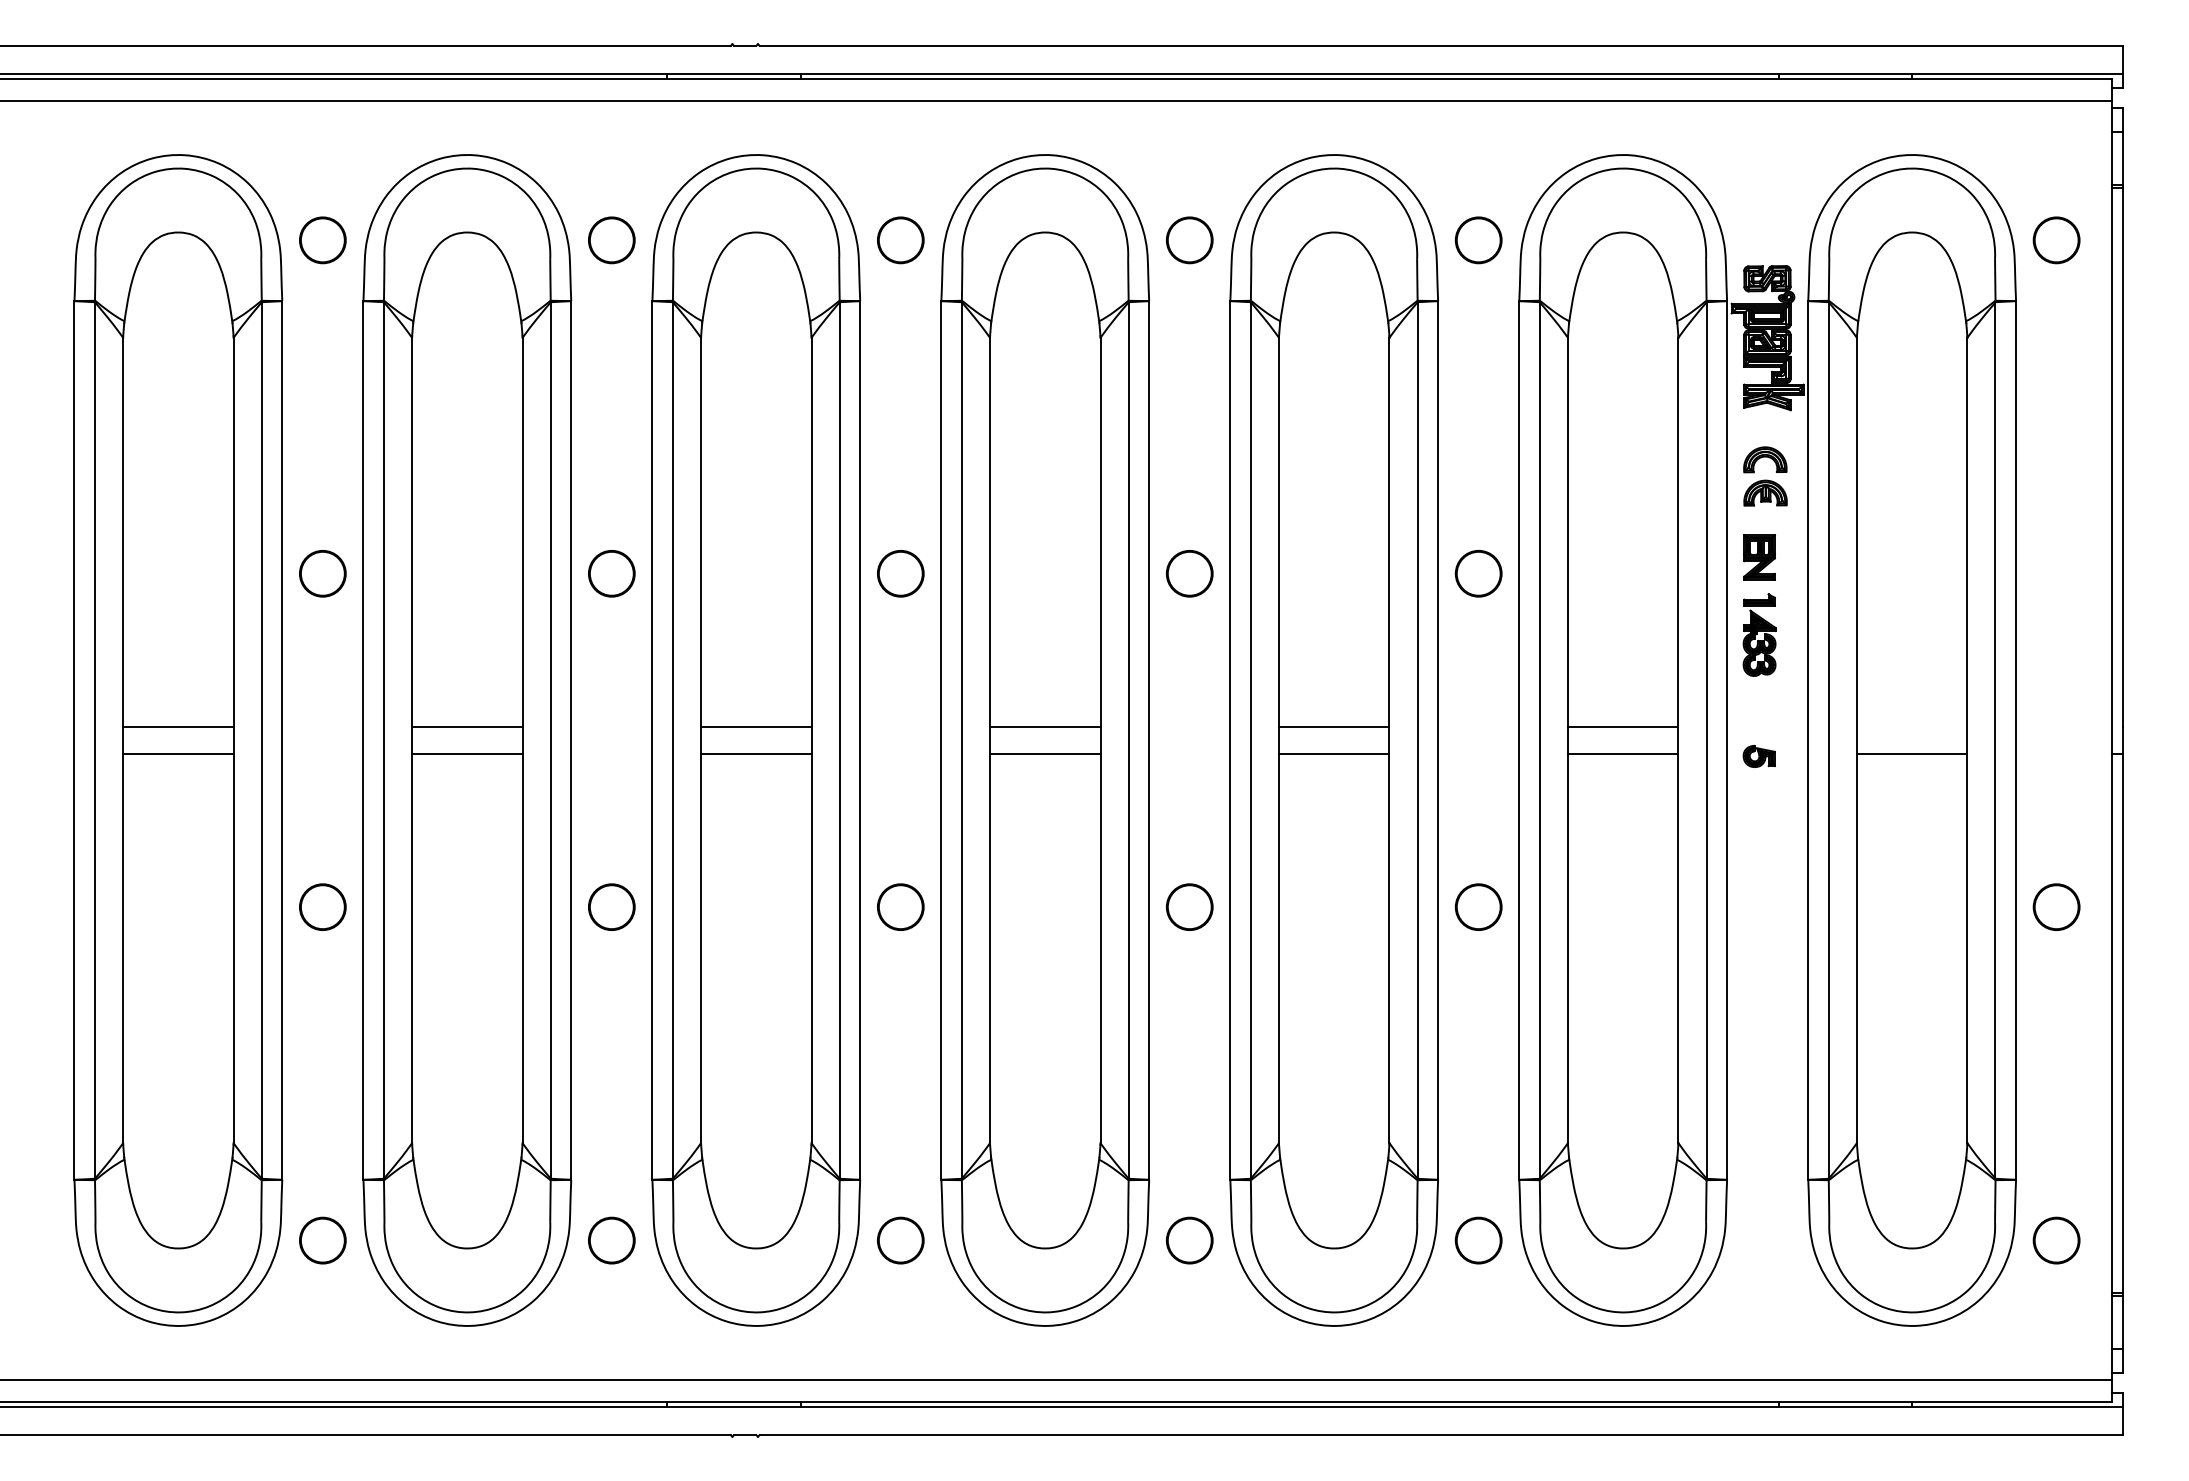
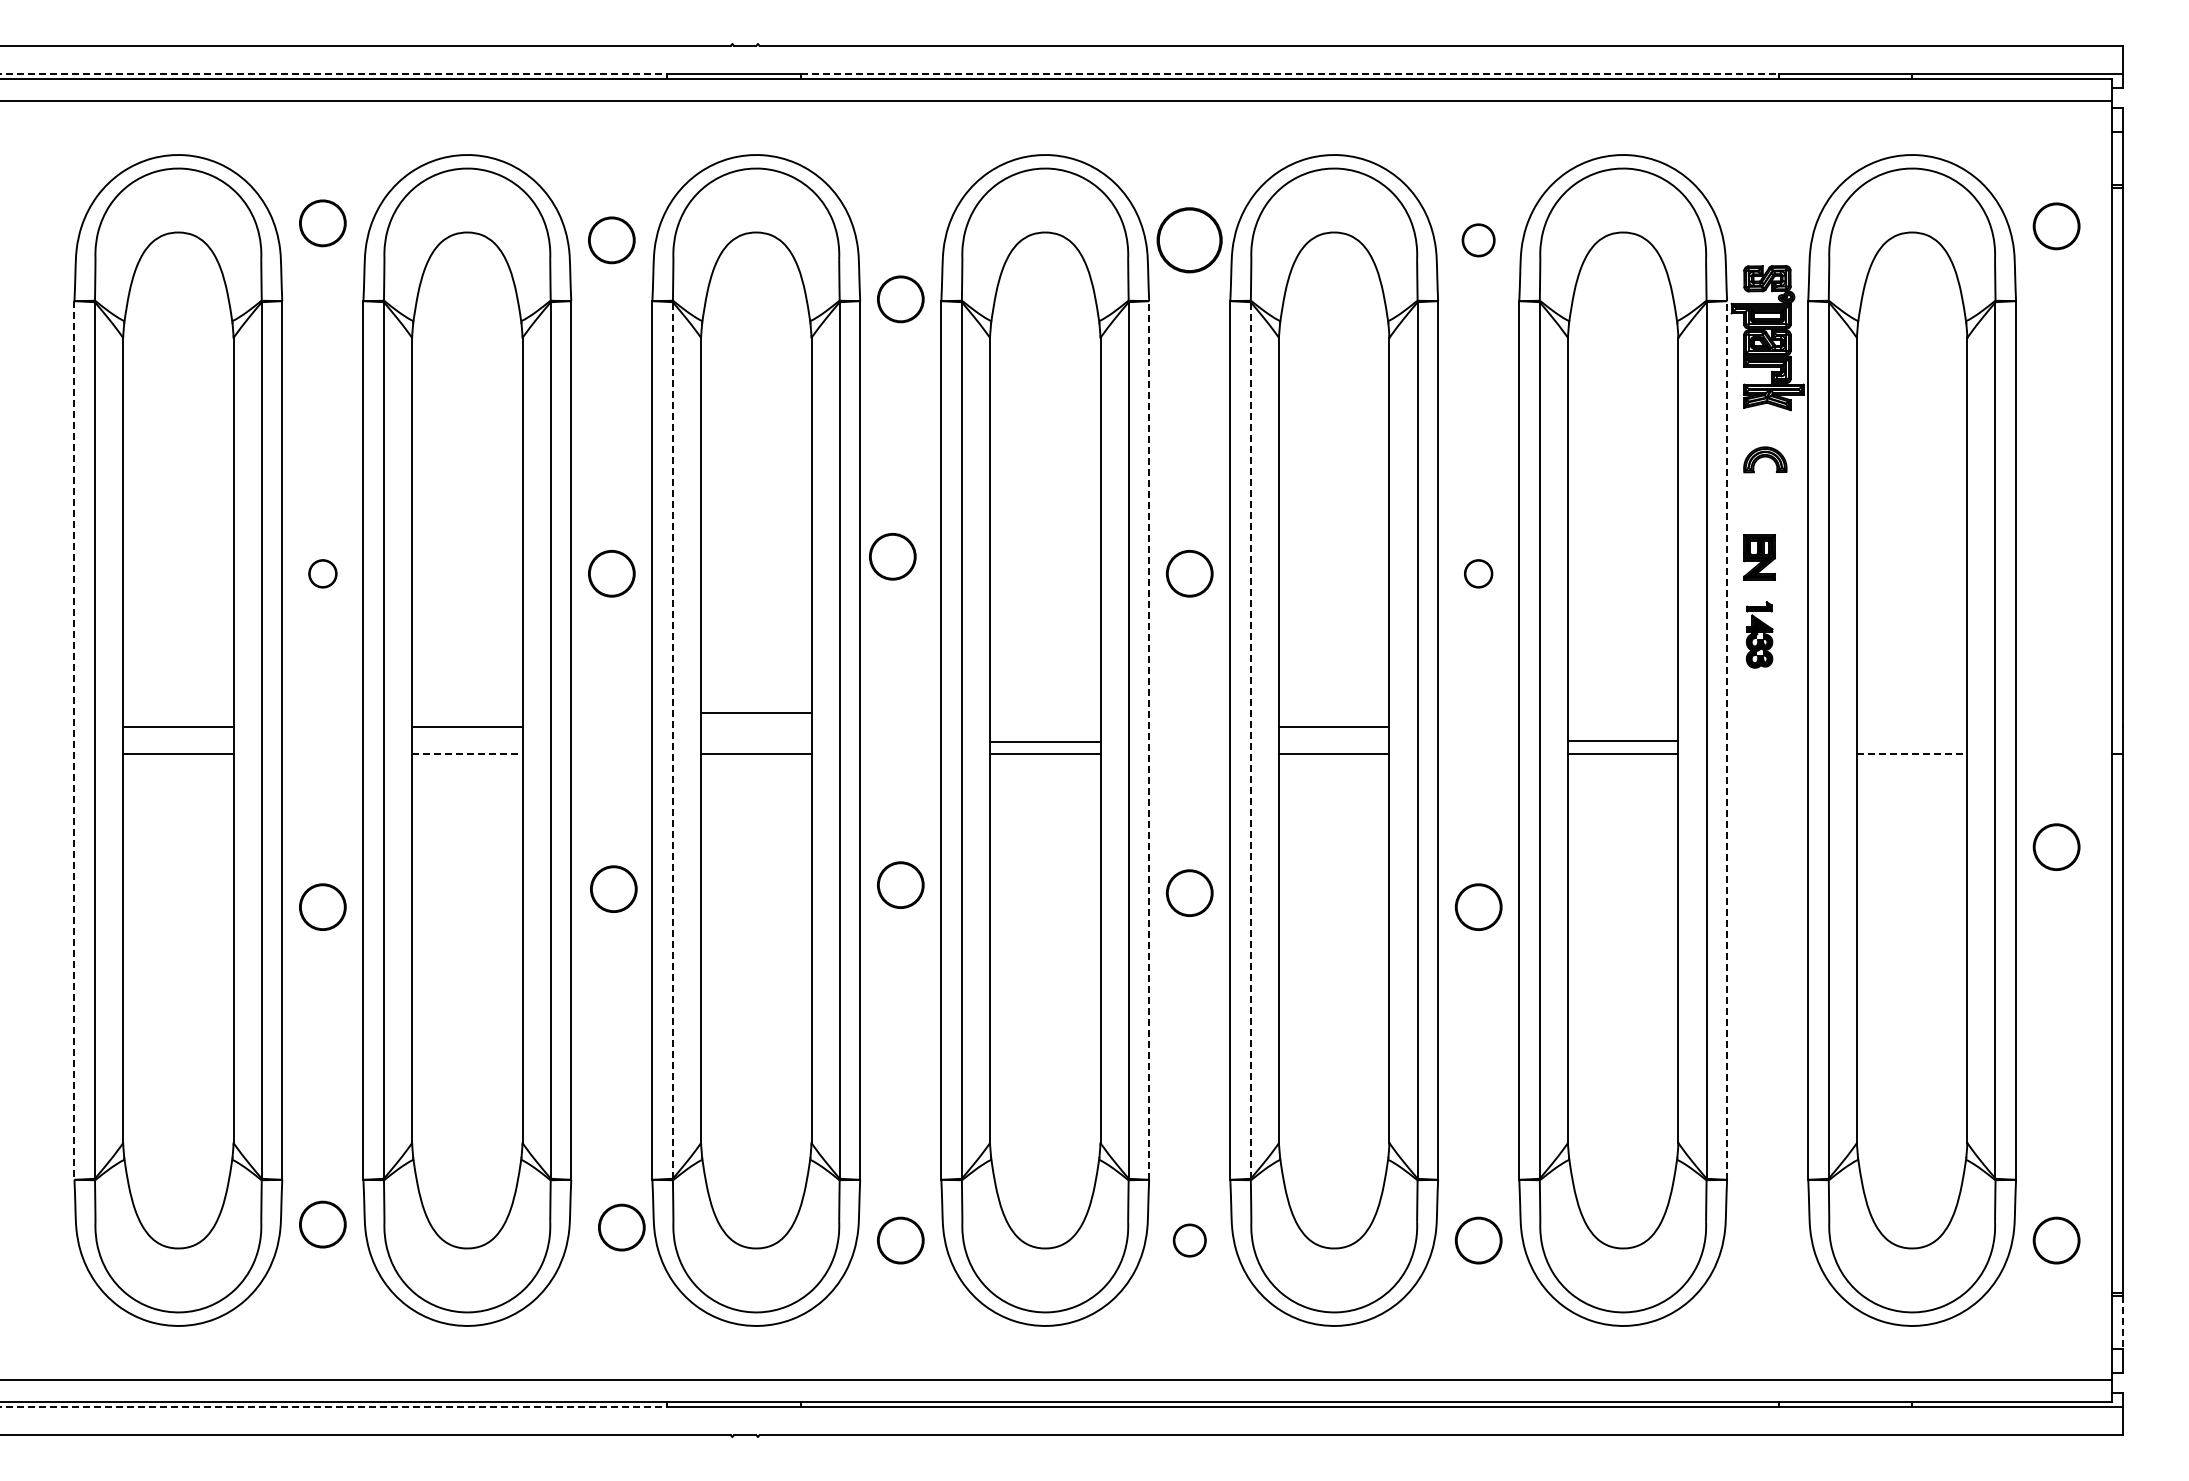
line at (334, 73): solid -> dashed
line at (1290, 73): solid -> dashed
part at (322, 240) position: (322, 240) -> (322, 223)
part at (900, 240) position: (900, 240) -> (900, 299)
part at (1189, 240) size: 48x49 px -> 67x67 px
part at (1478, 240) size: 49x49 px -> 35x35 px
part at (2056, 240) position: (2056, 240) -> (2056, 226)
part at (1765, 492): present -> none
circle at (322, 573) size: 48x48 px -> 30x30 px
circle at (900, 573) position: (900, 573) -> (892, 556)
part at (1478, 573) size: 49x48 px -> 30x30 px
part at (1759, 634) size: 35x84 px -> 29x68 px
line at (756, 726) position: (756, 726) -> (756, 712)
line at (1045, 726) position: (1045, 726) -> (1045, 741)
line at (1622, 726) position: (1622, 726) -> (1622, 740)
line at (673, 739): solid -> dashed
line at (1149, 739): solid -> dashed
line at (1250, 739): solid -> dashed
line at (1727, 739): solid -> dashed
line at (74, 740): solid -> dashed
line at (467, 754): solid -> dashed
line at (1912, 754): solid -> dashed
part at (1758, 756): present -> none
circle at (611, 906) position: (611, 906) -> (613, 888)
circle at (900, 906) position: (900, 906) -> (900, 884)
circle at (1189, 906) position: (1189, 906) -> (1189, 892)
part at (2056, 906) position: (2056, 906) -> (2056, 846)
part at (322, 1240) position: (322, 1240) -> (322, 1224)
part at (611, 1240) position: (611, 1240) -> (621, 1227)
part at (1189, 1240) size: 48x49 px -> 35x35 px
line at (2123, 1322): solid -> dashed
line at (334, 1407): solid -> dashed
